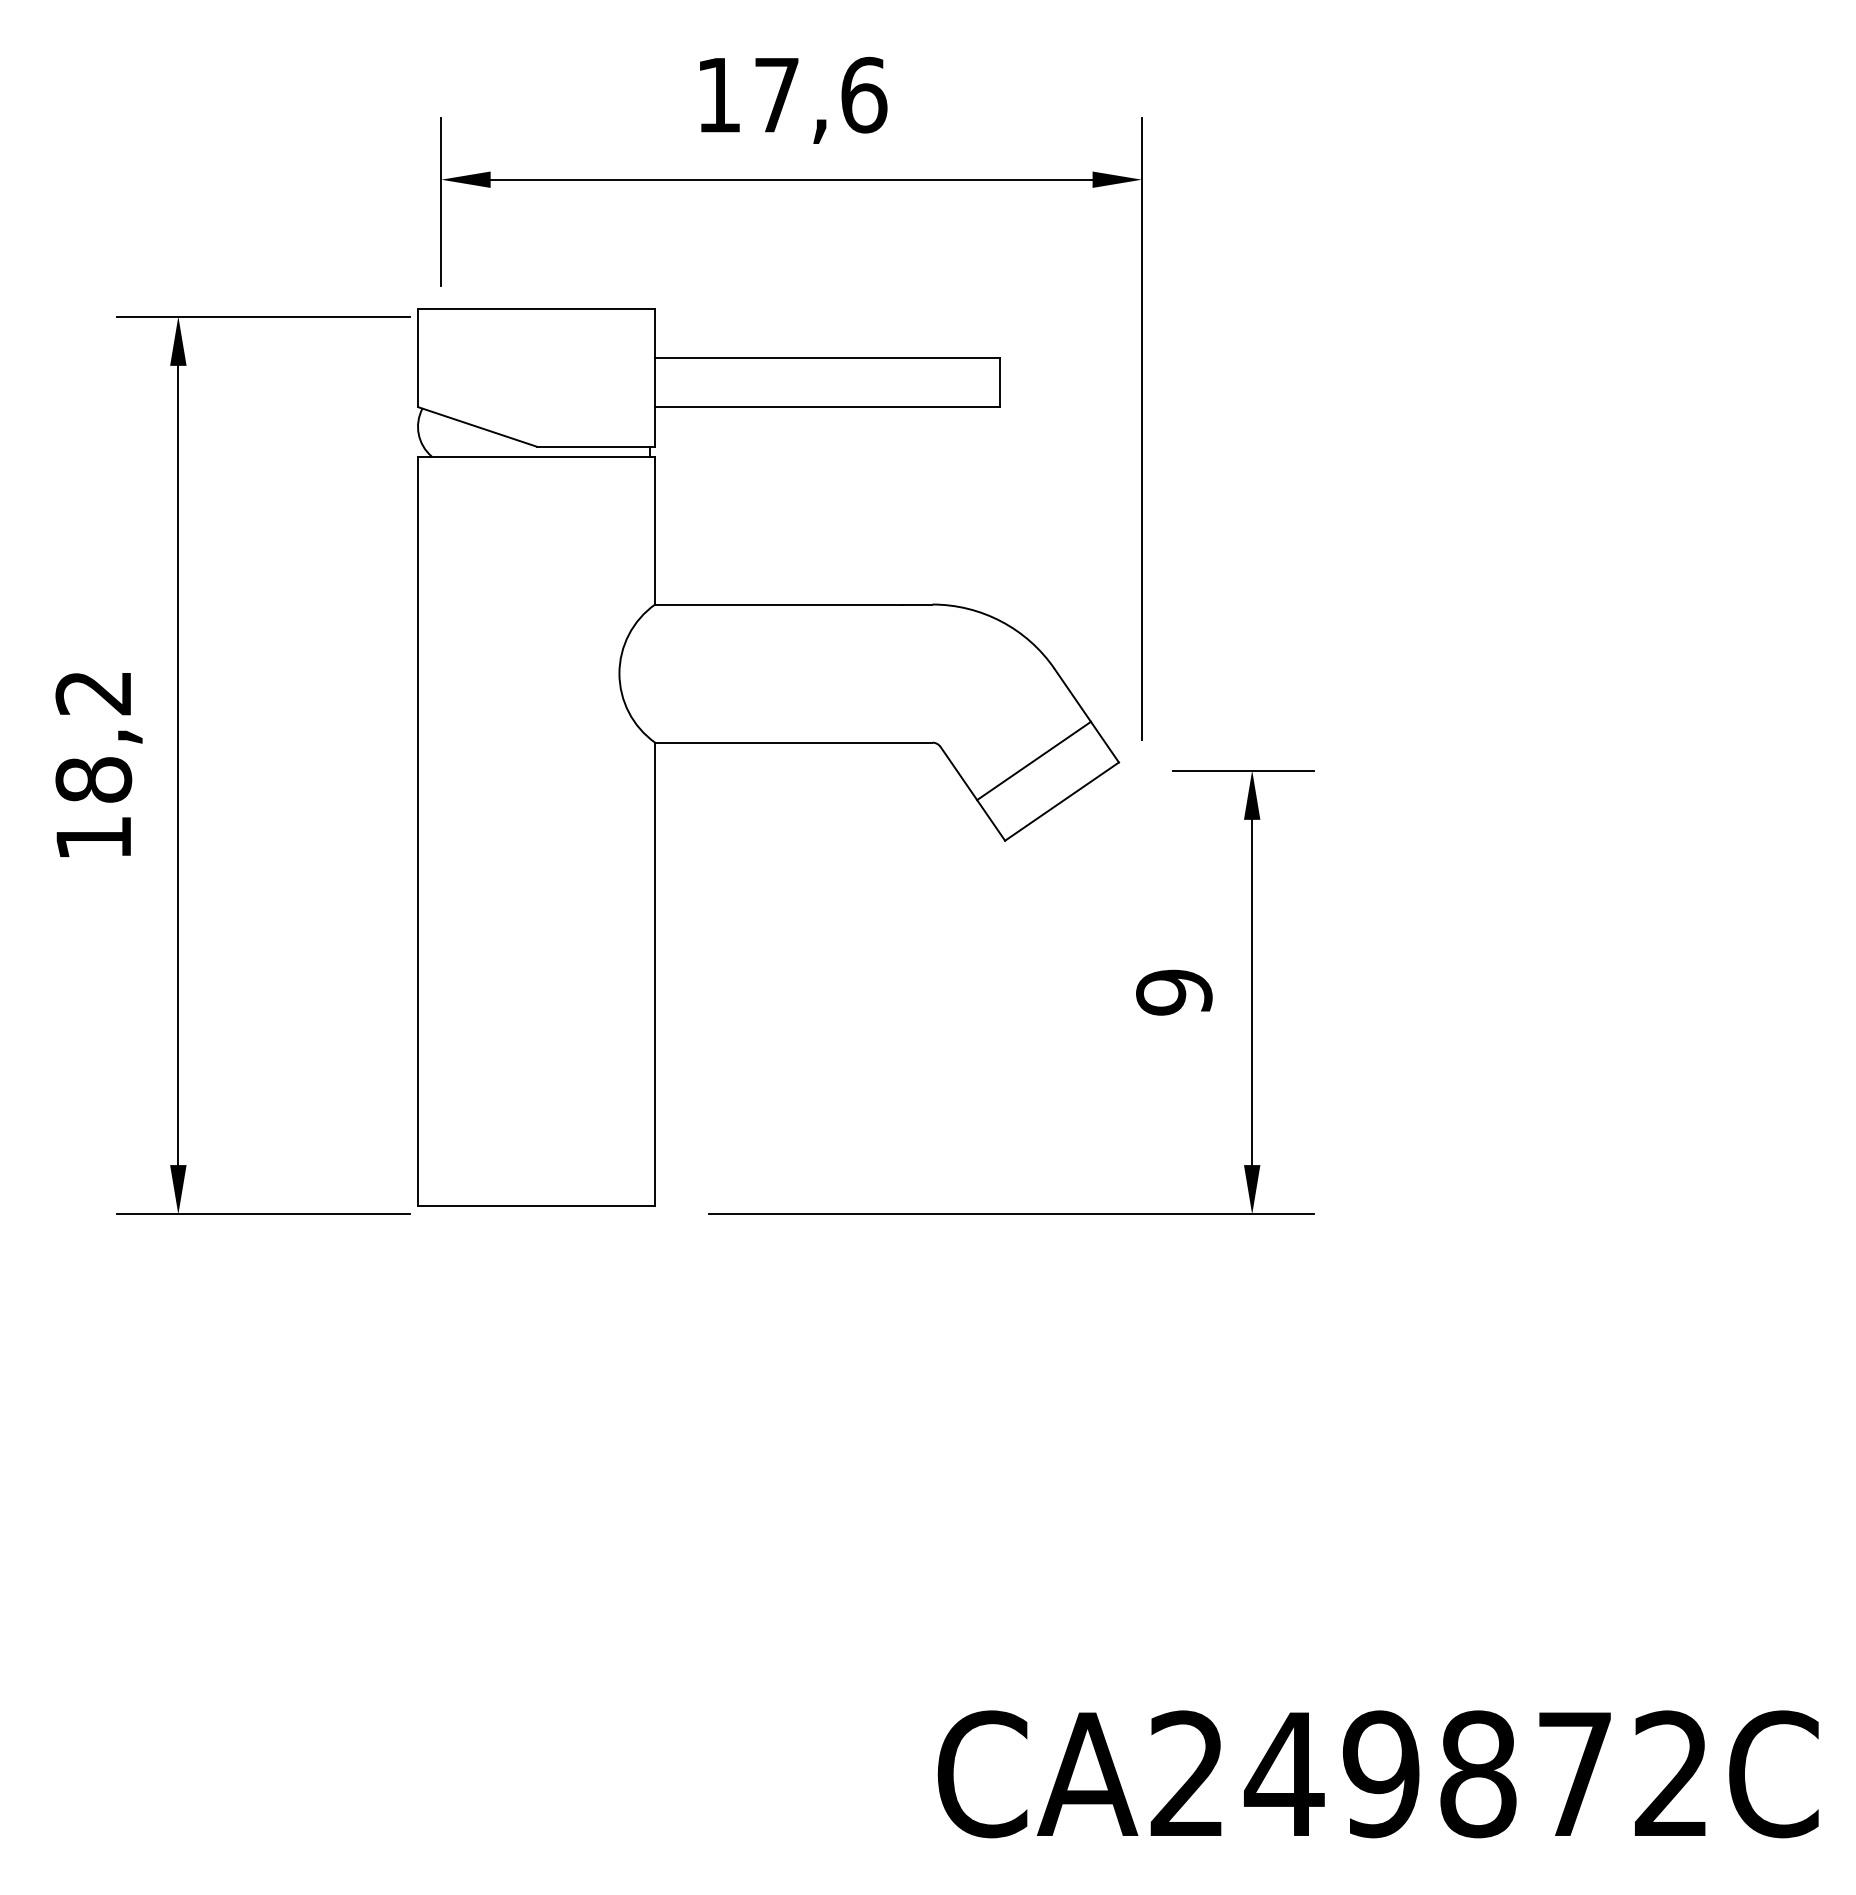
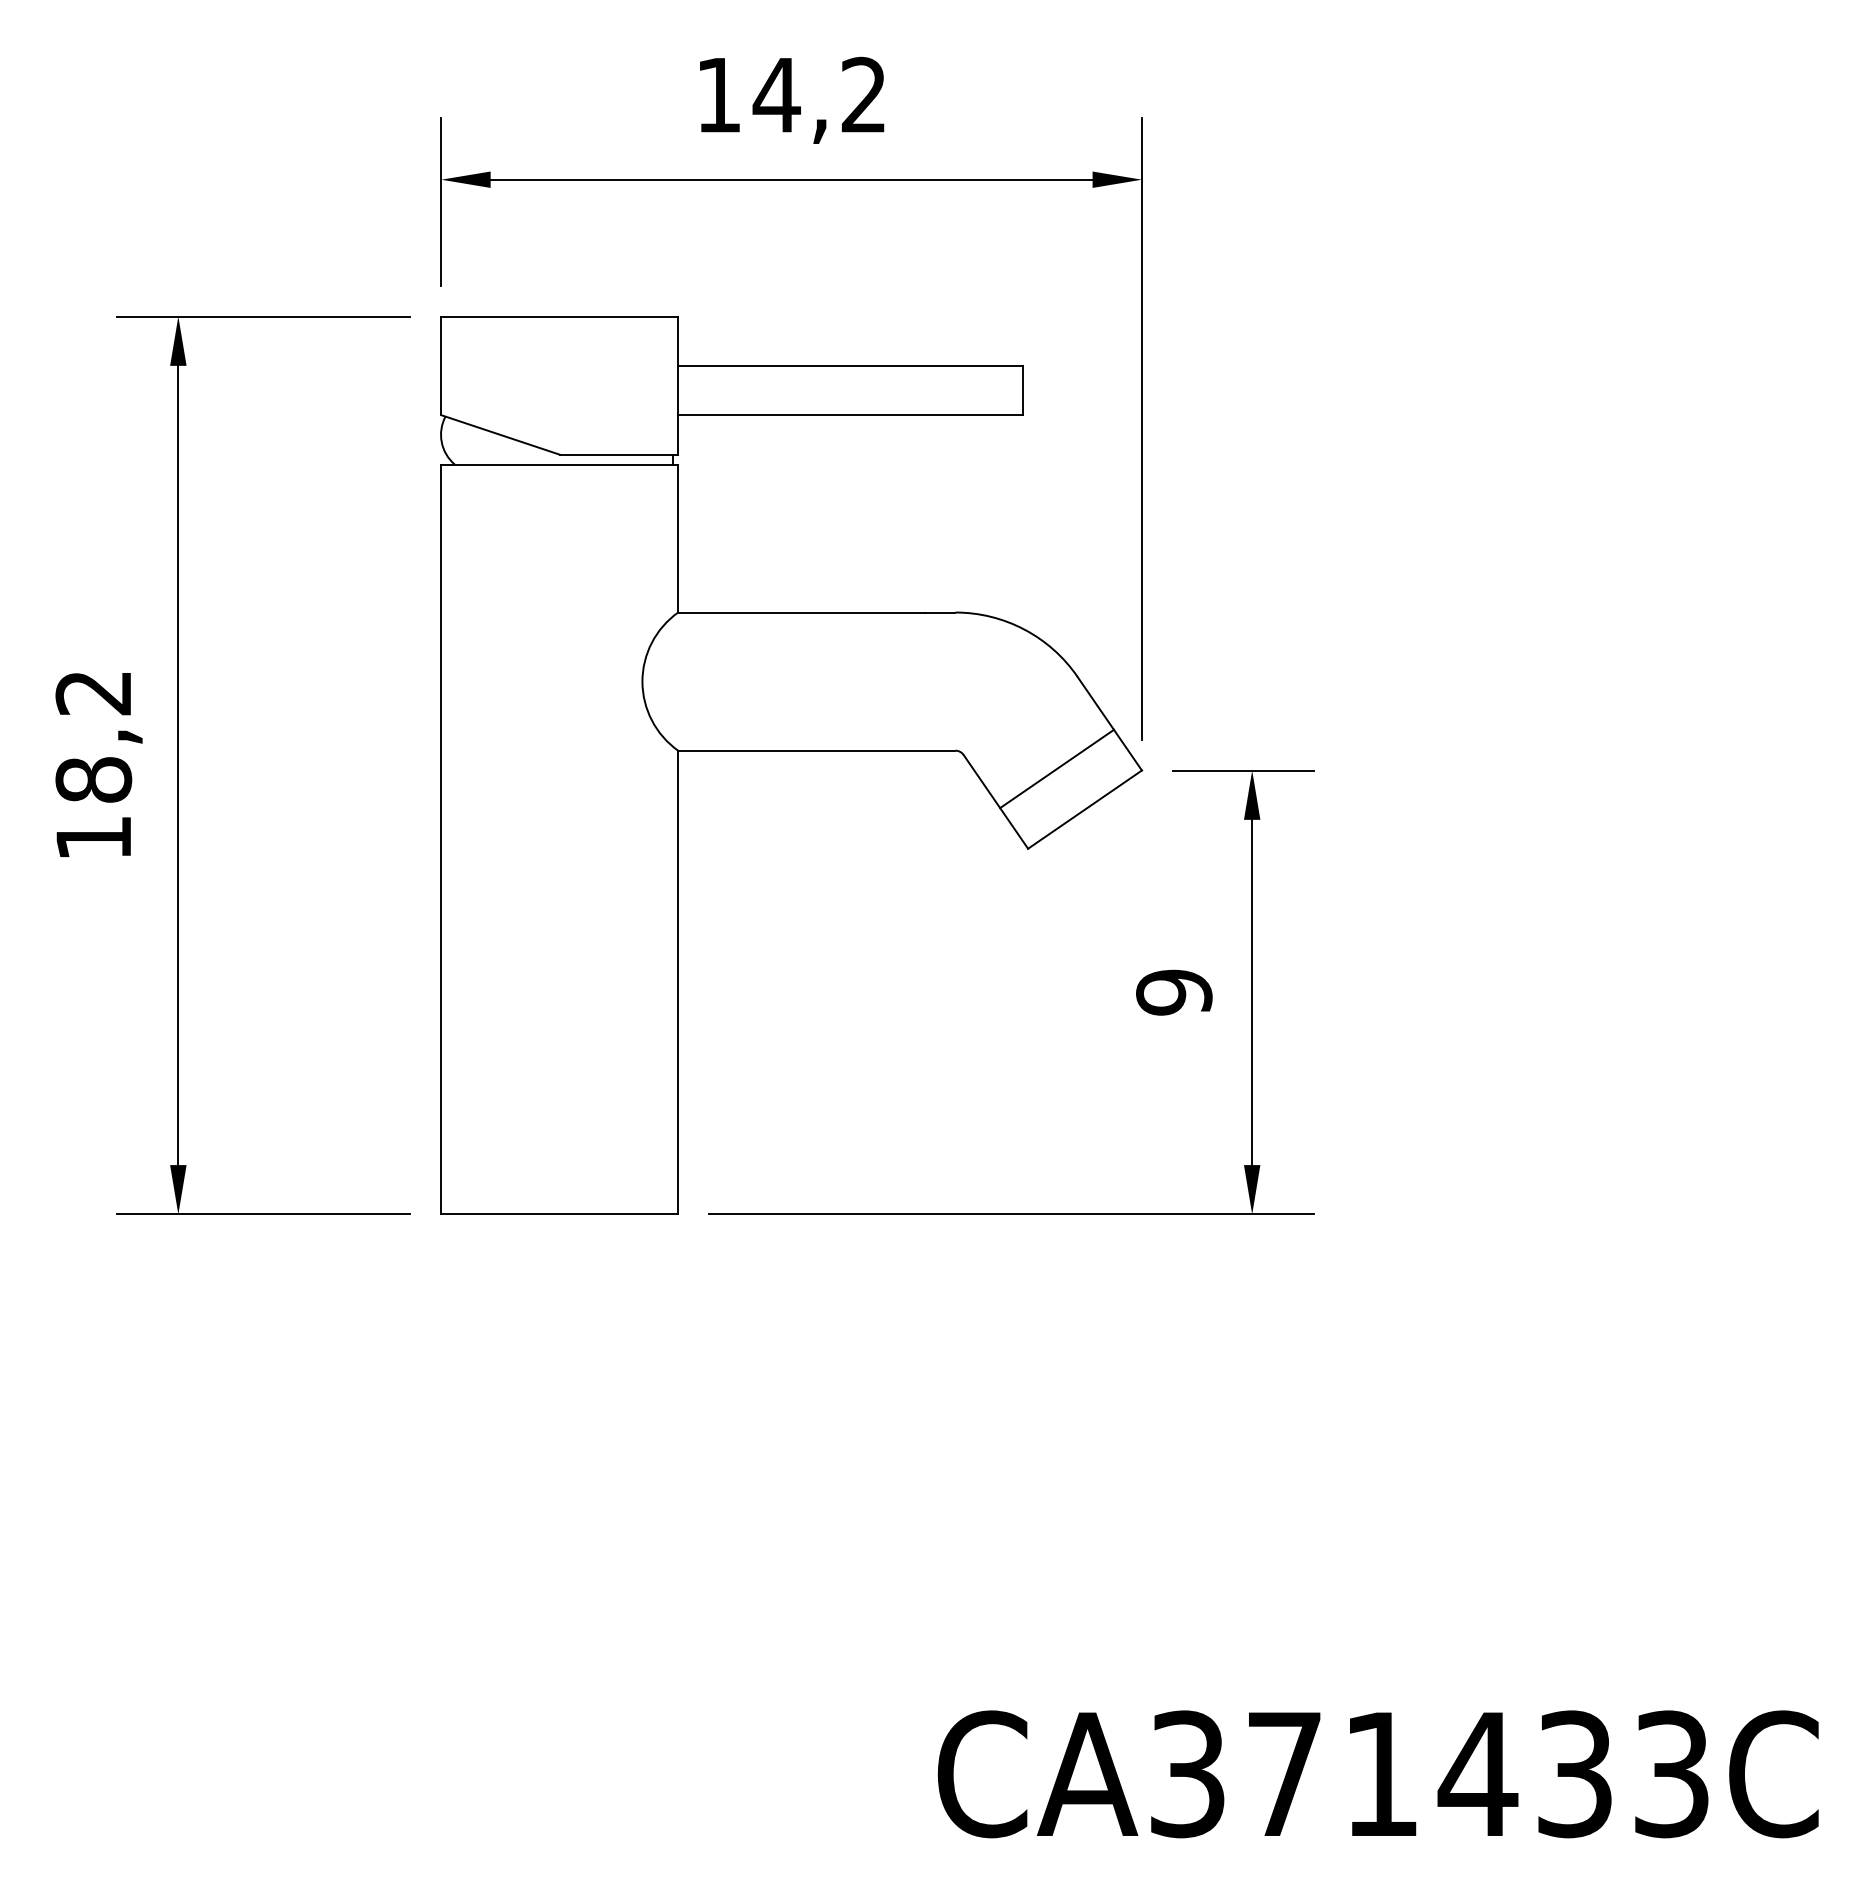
text at (819, 94): 17,6 -> 14,2
part at (768, 743) position: (768, 743) -> (791, 751)
text at (1429, 1774): CA249872C -> CA371433C
